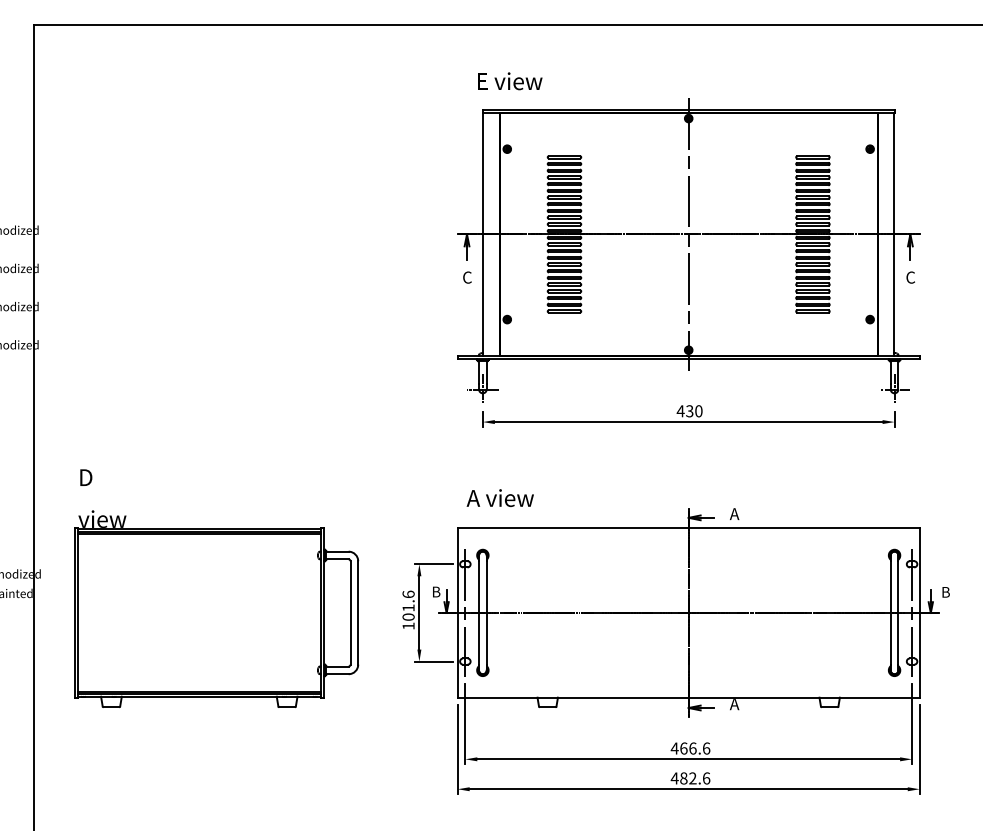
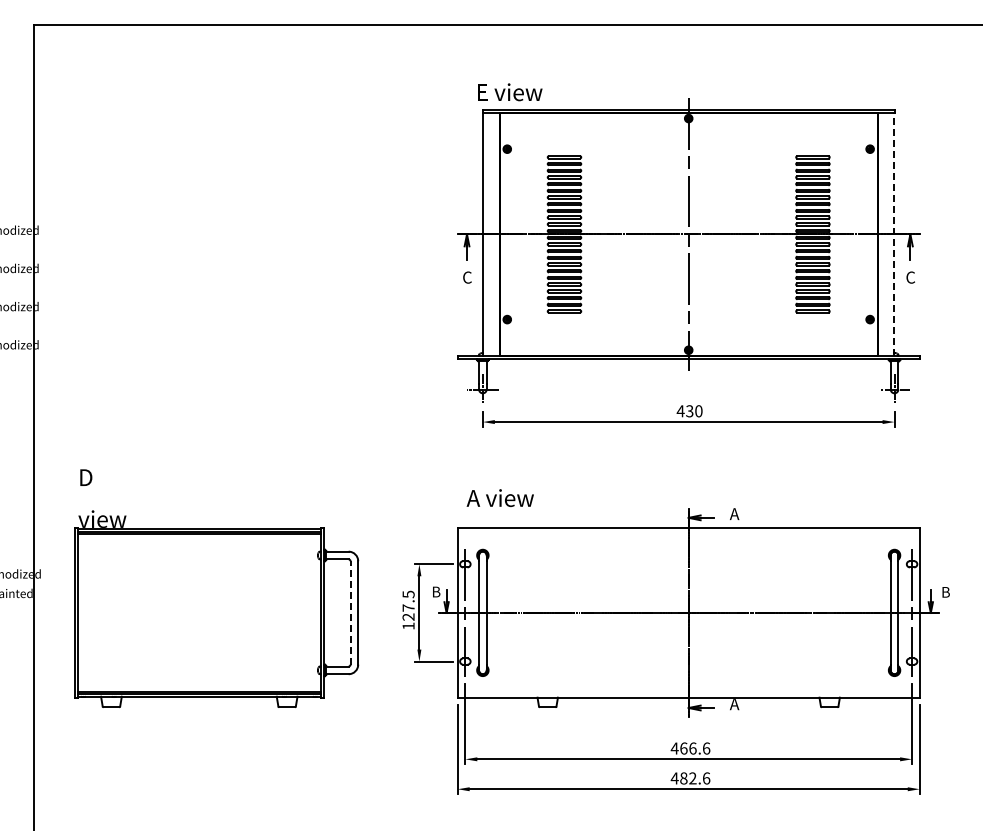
text at (510, 81) position: (510, 81) -> (510, 92)
line at (894, 234): solid -> dashed
text at (408, 605): 101.6 -> 127.5
line at (350, 612): solid -> dashed
